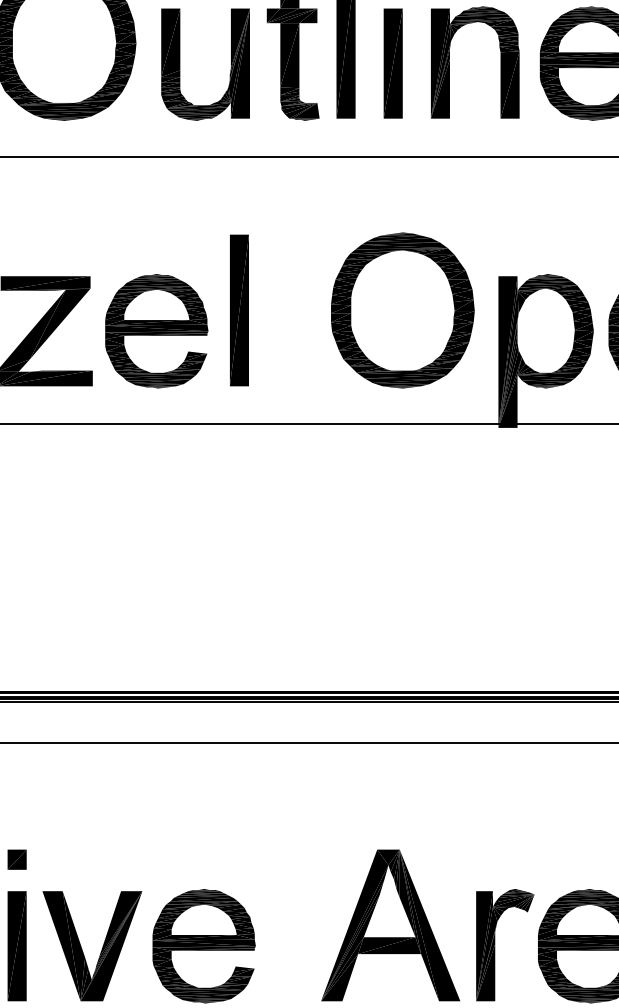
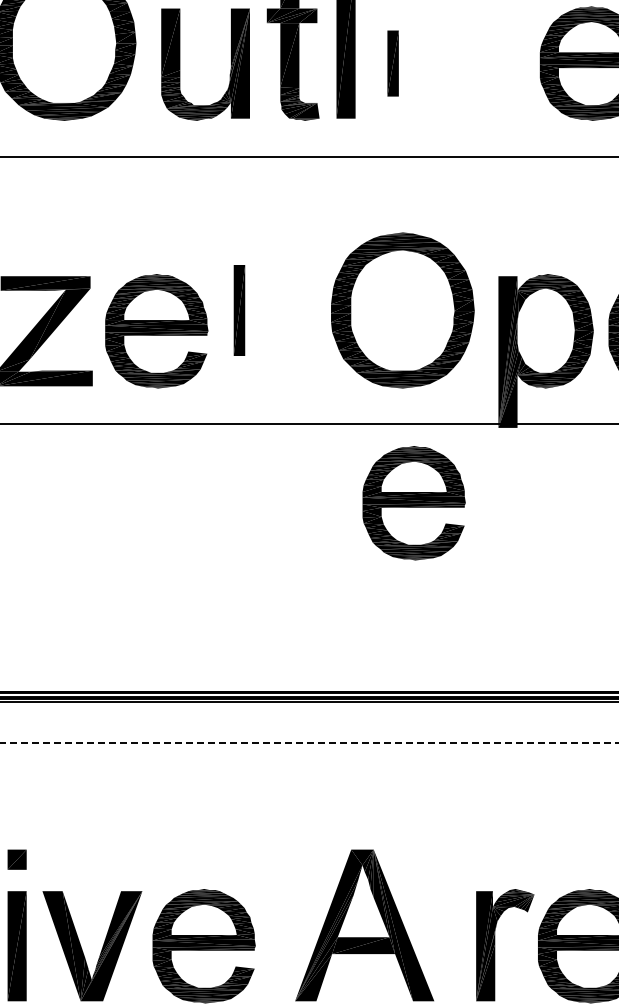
part at (500, 62): present -> none
part at (392, 63) size: 20x111 px -> 12x67 px
part at (239, 310) size: 19x153 px -> 13x91 px
part at (413, 503): none -> present
line at (309, 742): solid -> dashed
part at (390, 925) position: (390, 925) -> (364, 925)
